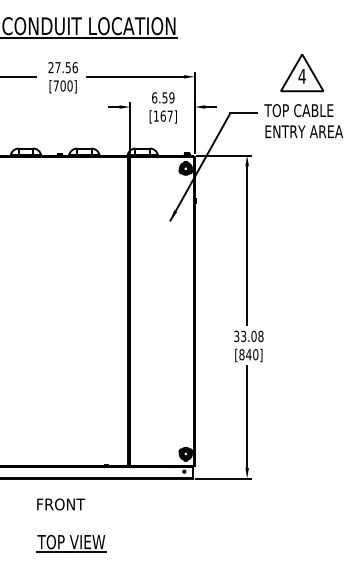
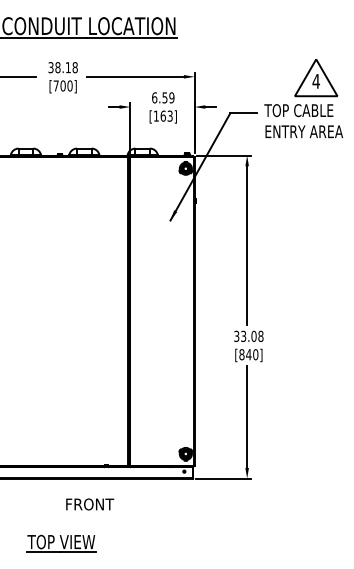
text at (62, 67): 27.56 -> 38.18
part at (302, 73) position: (302, 73) -> (316, 78)
text at (169, 115): [167] -> [163]
text at (61, 504) position: (61, 504) -> (90, 504)
part at (71, 543) position: (71, 543) -> (61, 543)
